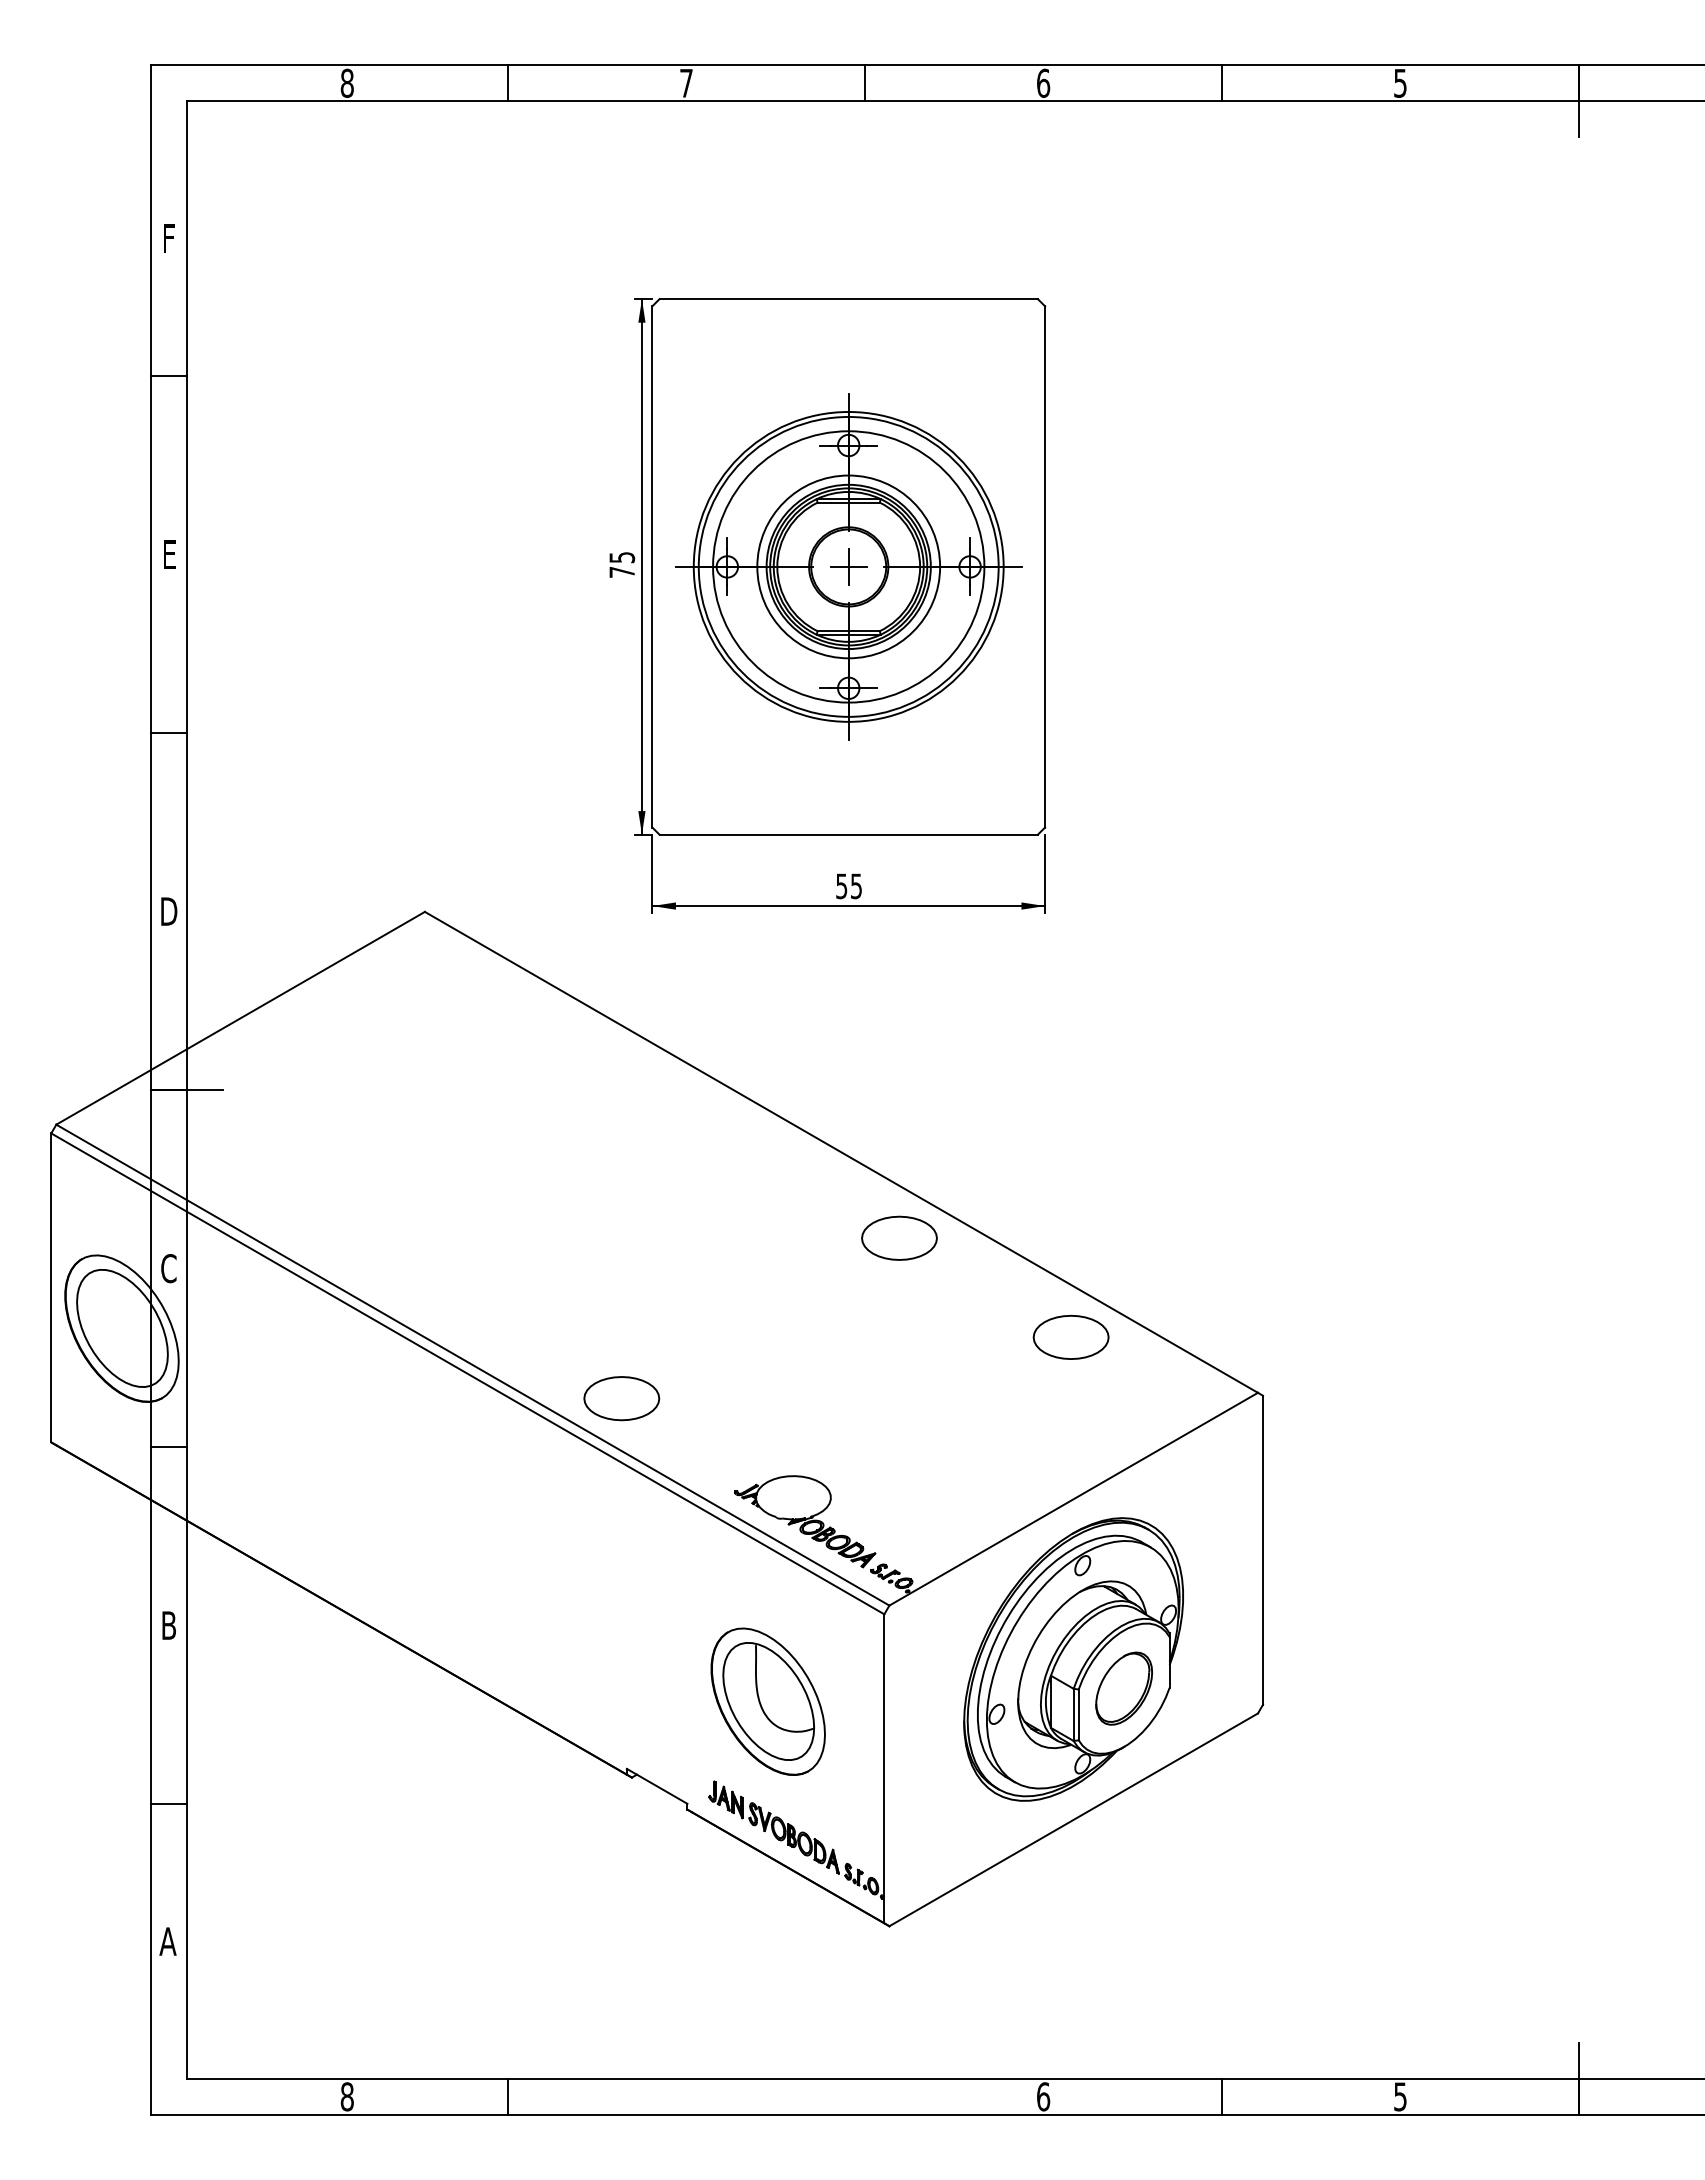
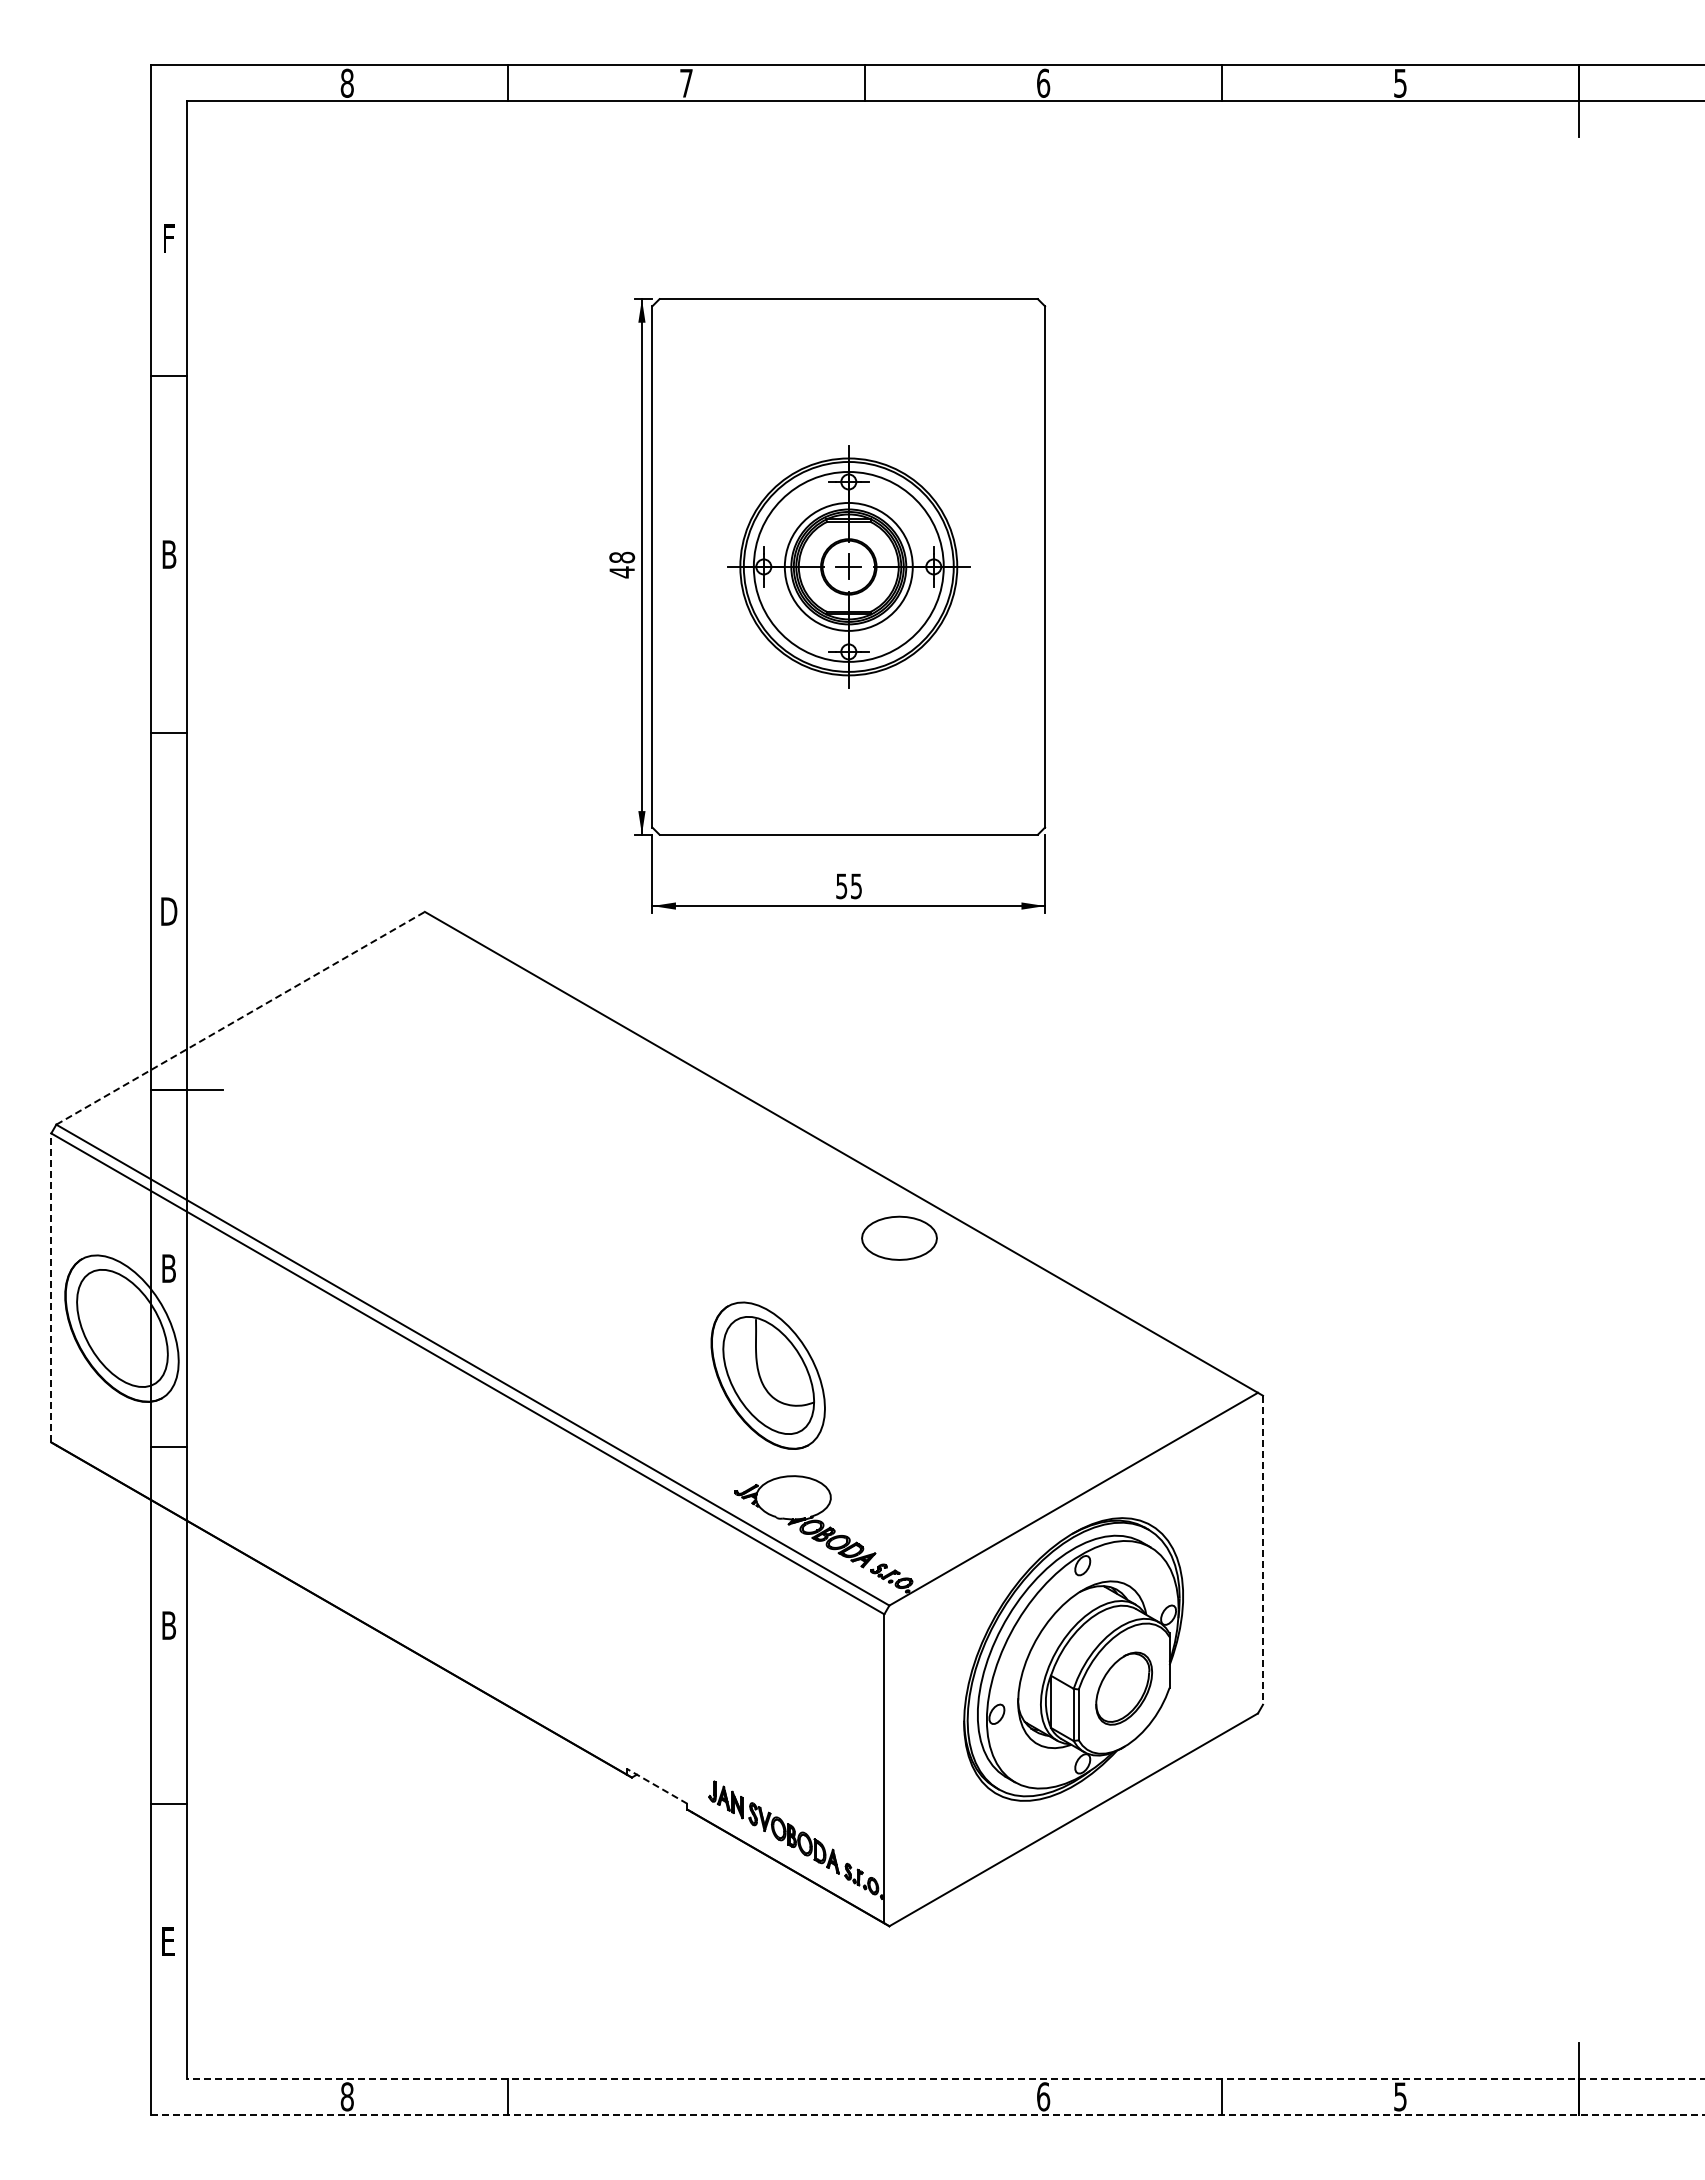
text at (169, 554): E -> B
text at (622, 564): 75 -> 48
part at (848, 566) size: 348x348 px -> 244x244 px
line at (240, 1018): solid -> dashed
text at (168, 1268): C -> B
line at (51, 1287): solid -> dashed
part at (1070, 1336): present -> none
part at (621, 1398): present -> none
line at (1263, 1550): solid -> dashed
part at (767, 1701) position: (767, 1701) -> (767, 1375)
line at (657, 1786): solid -> dashed
text at (167, 1941): A -> E
line at (945, 2078): solid -> dashed
line at (928, 2114): solid -> dashed
